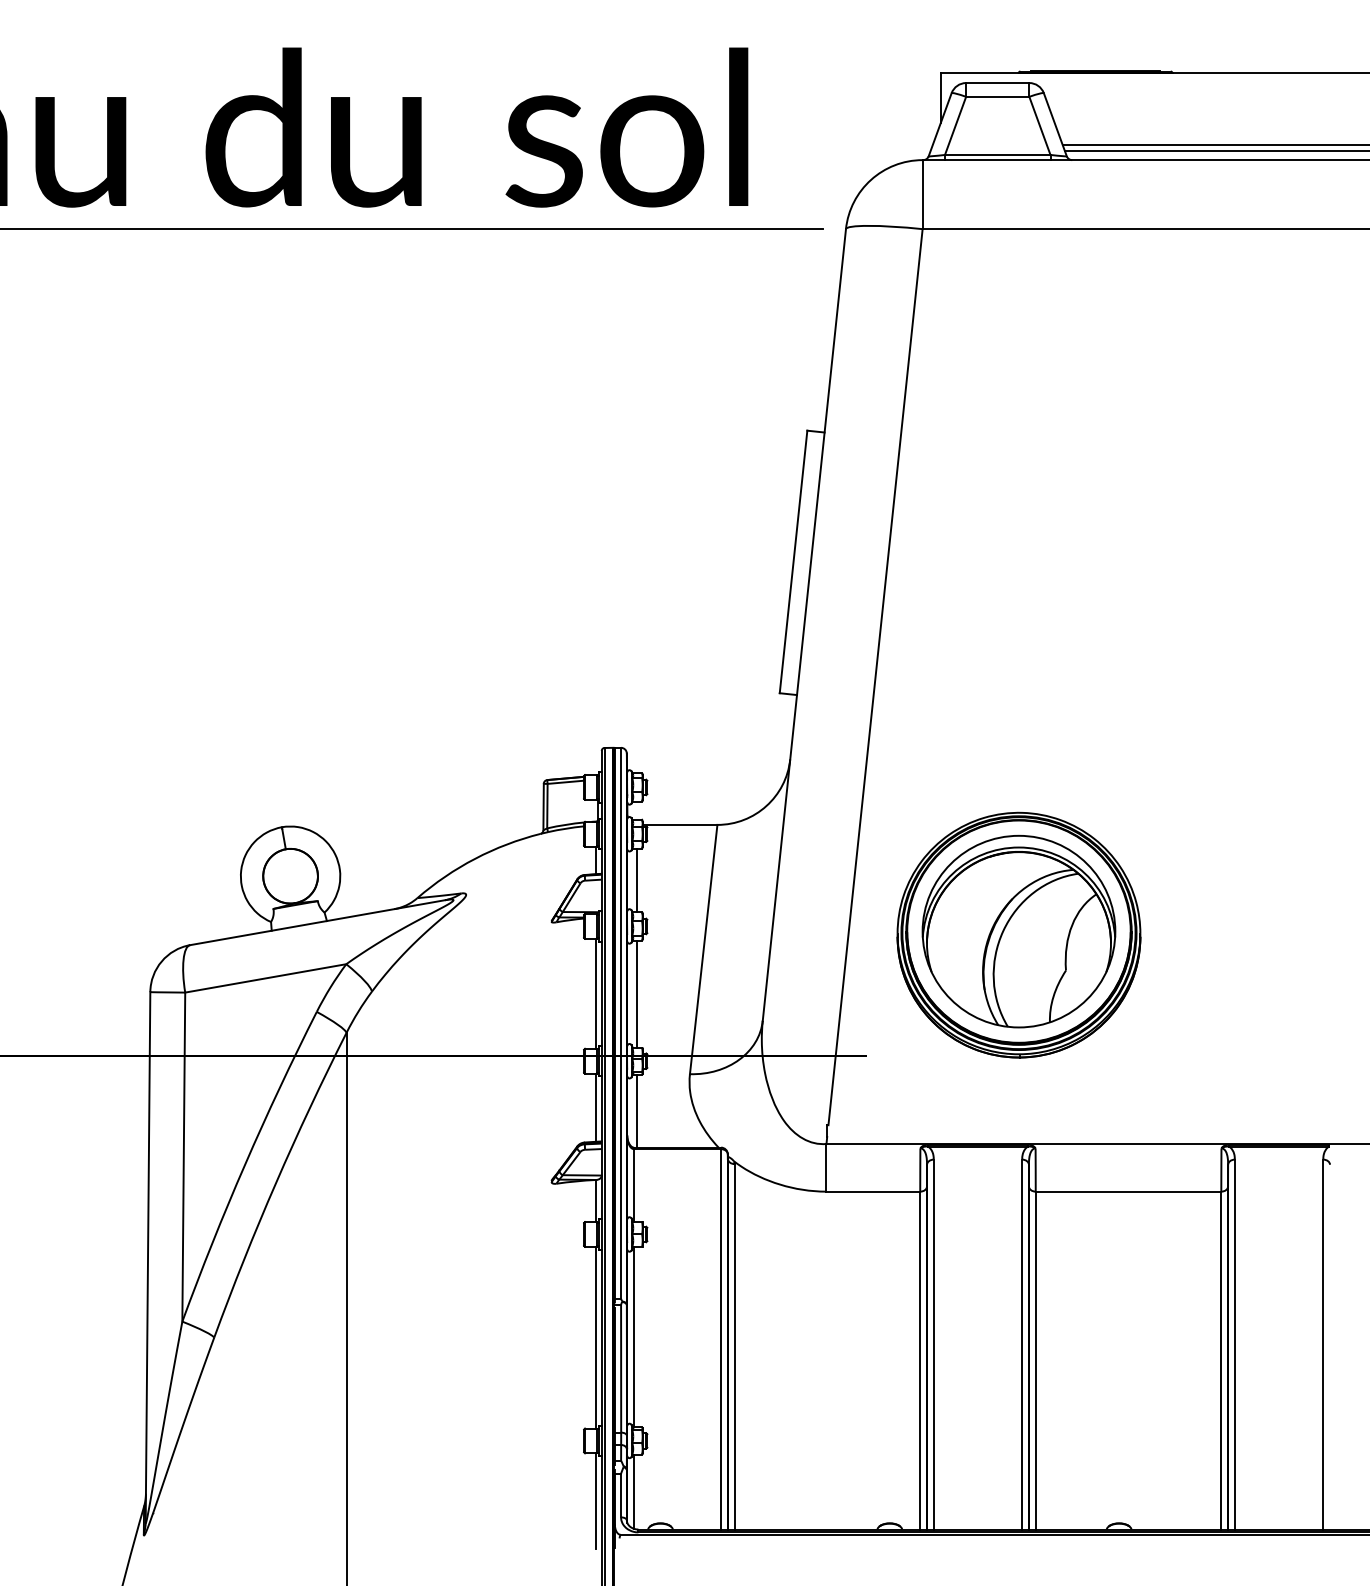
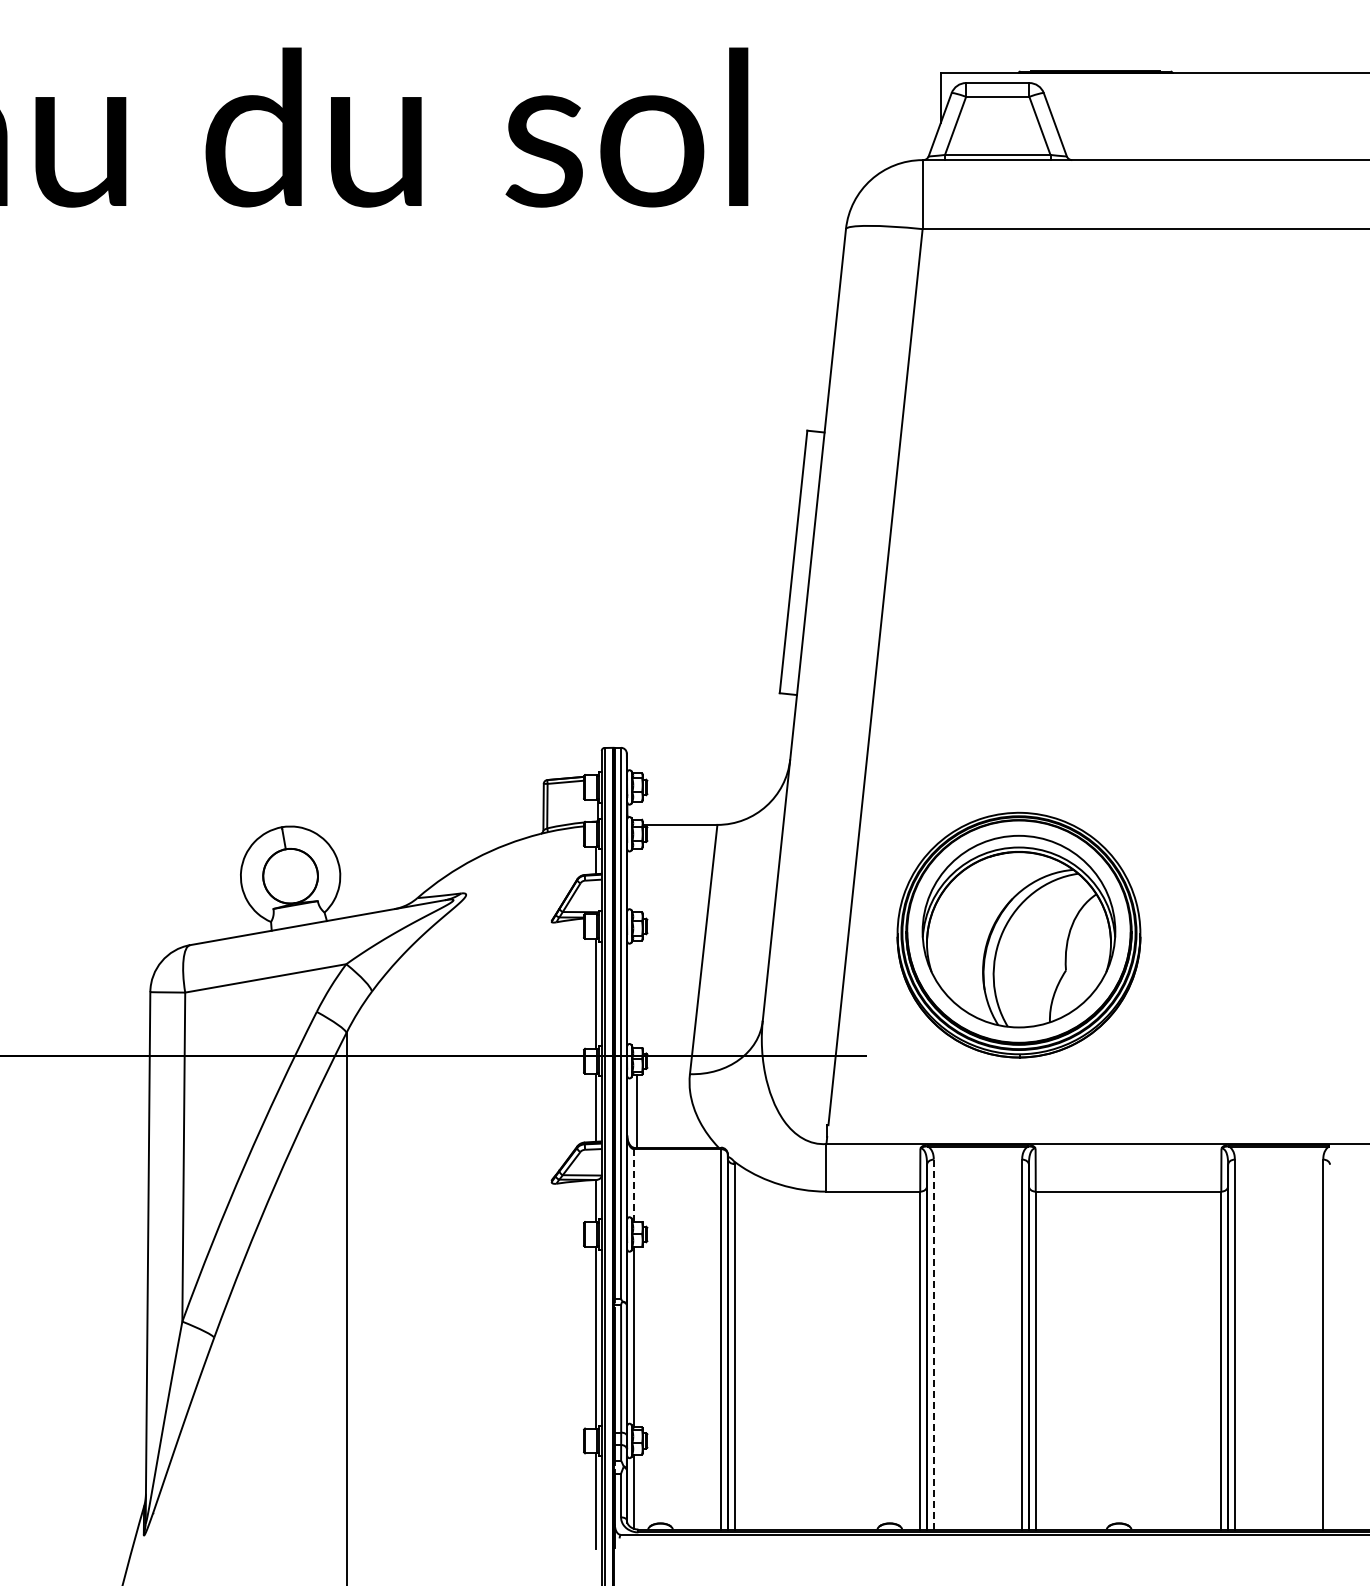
line at (1214, 144): present -> none
line at (1215, 151): present -> none
line at (412, 229): present -> none
line at (637, 880): present -> none
line at (637, 993): present -> none
line at (634, 1186): solid -> dashed
line at (933, 1344): solid -> dashed
